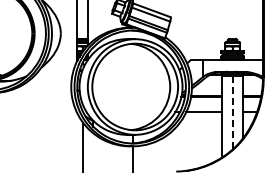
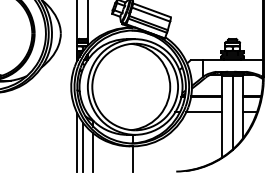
line at (232, 112): dashed -> solid
line at (77, 141): none -> present
line at (93, 152): none -> present
